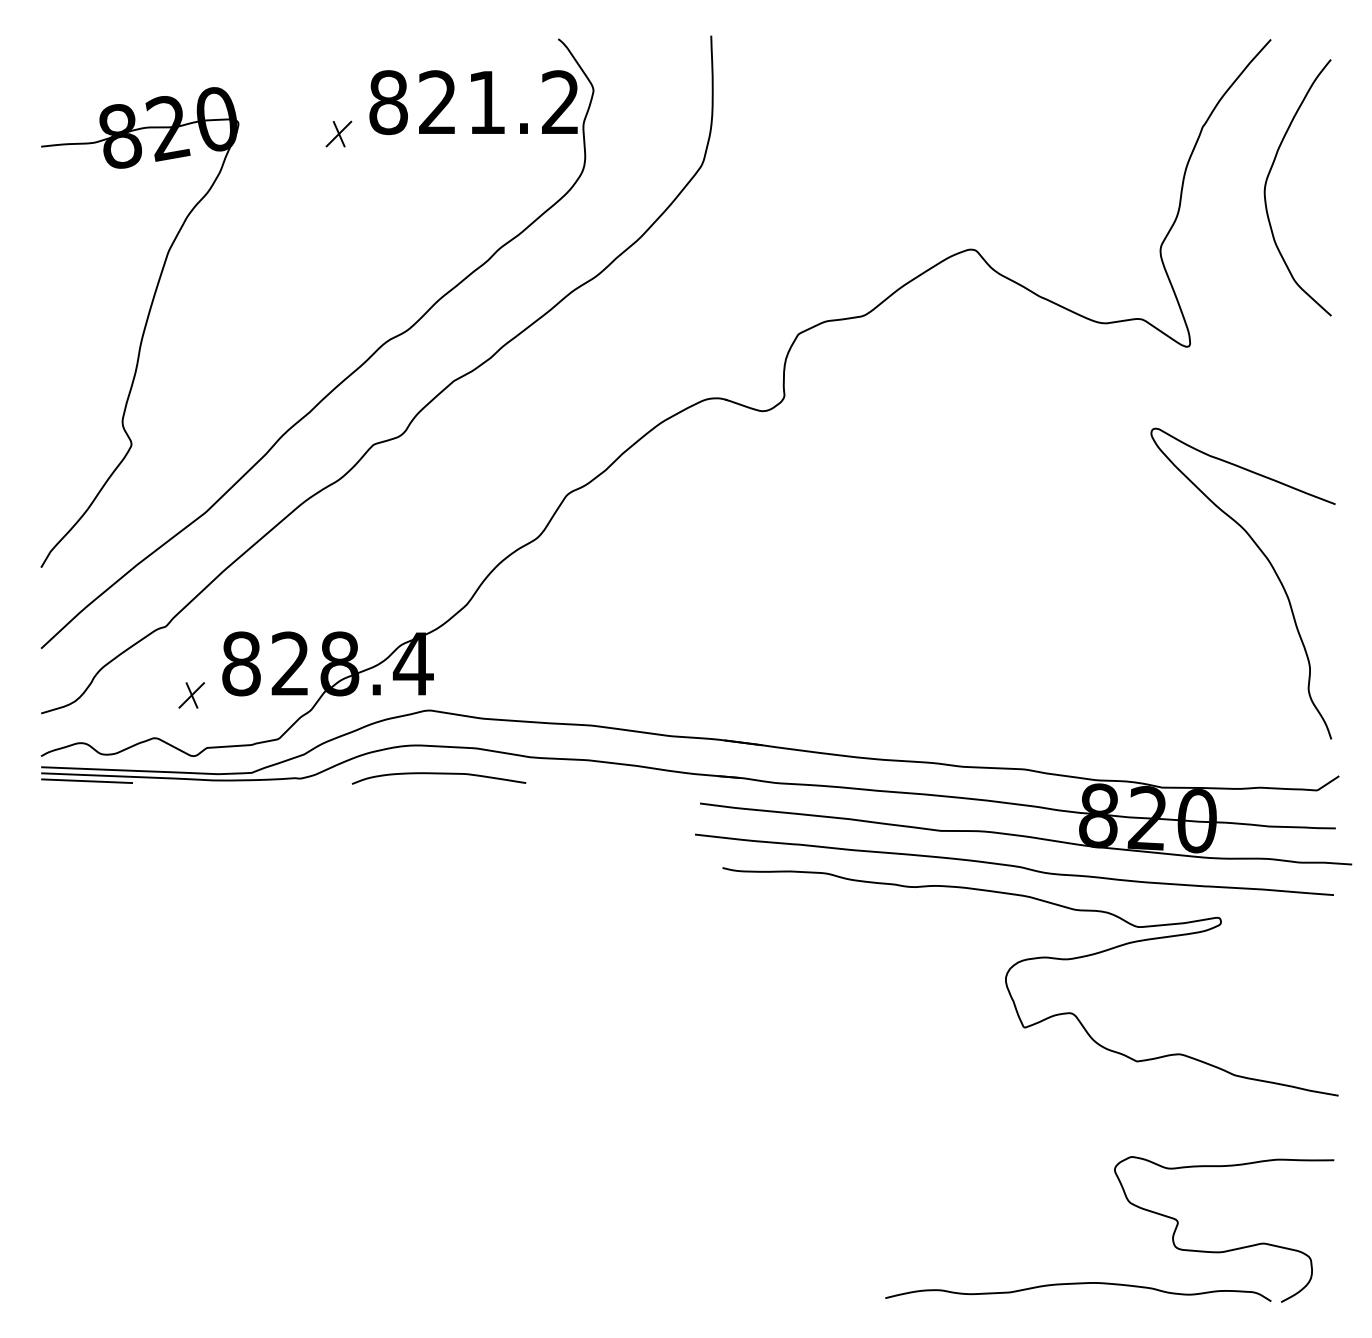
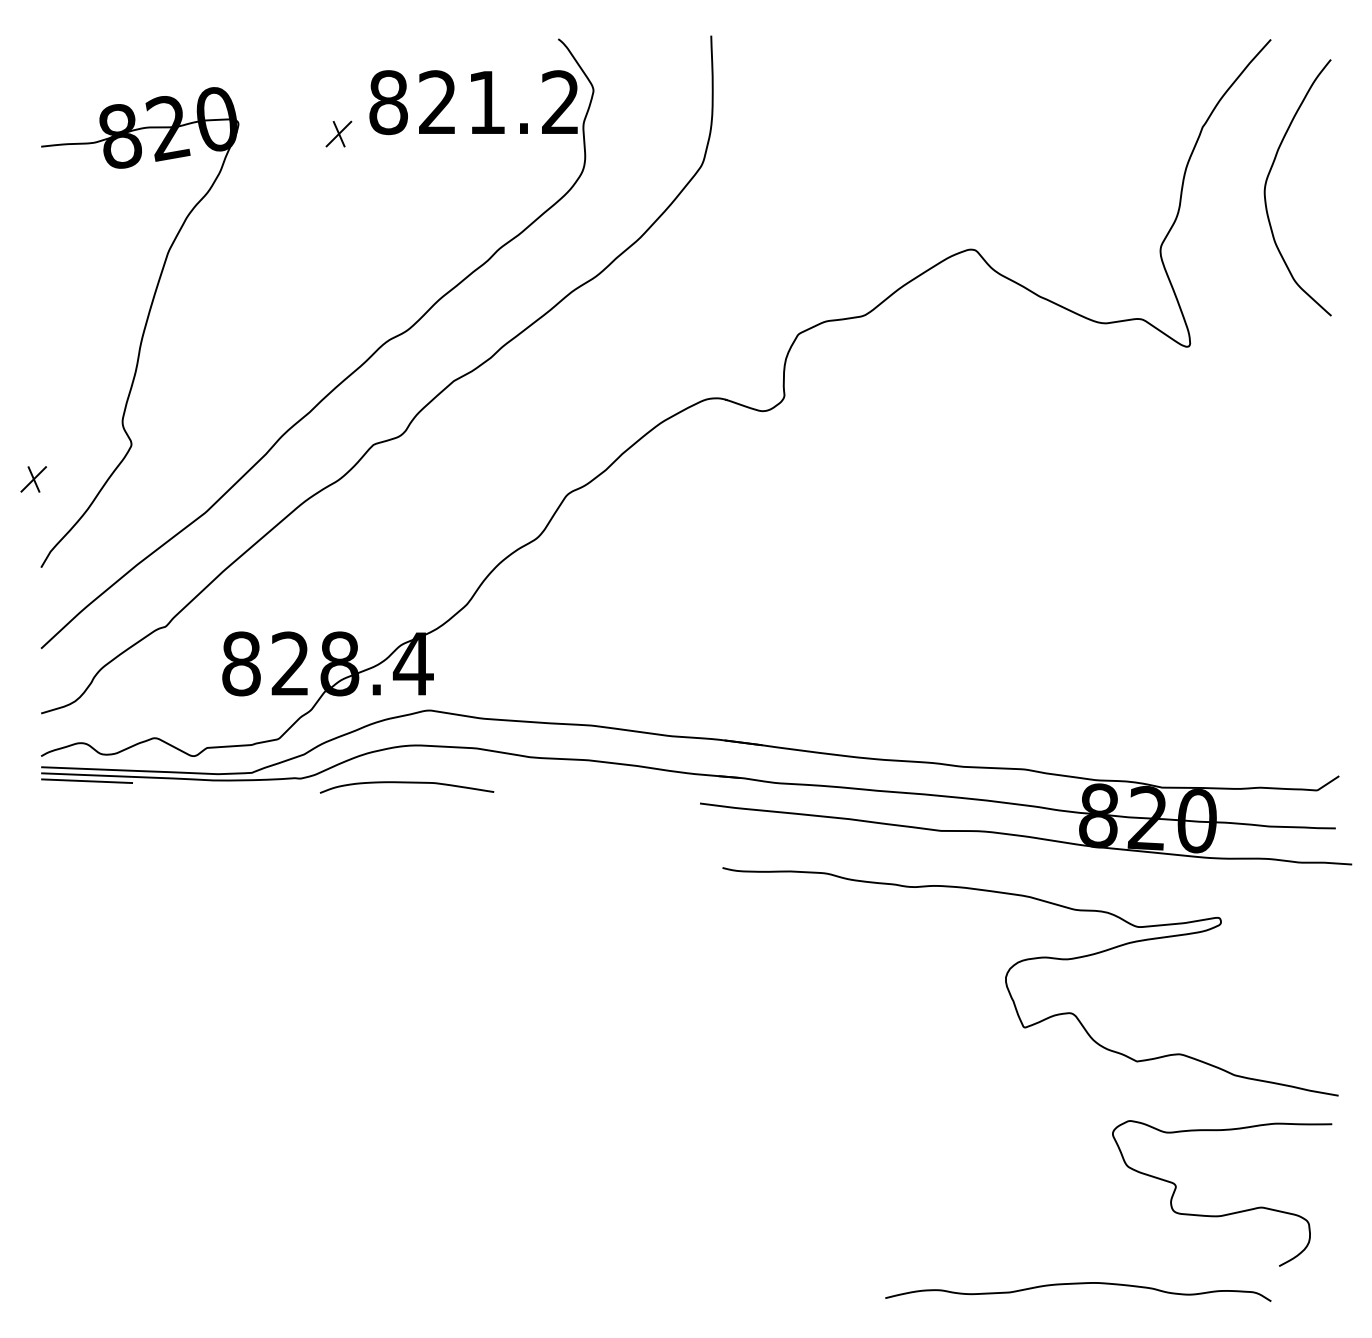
curve at (1272, 569): present -> none
part at (191, 695) position: (191, 695) -> (33, 479)
curve at (438, 774) position: (438, 774) -> (406, 783)
curve at (1014, 865): present -> none
curve at (1229, 1249) position: (1229, 1249) -> (1227, 1213)
